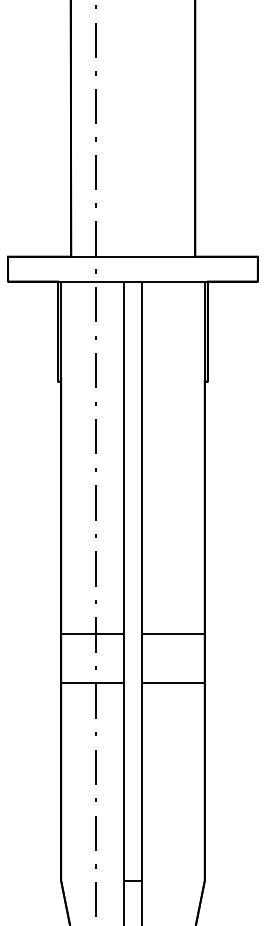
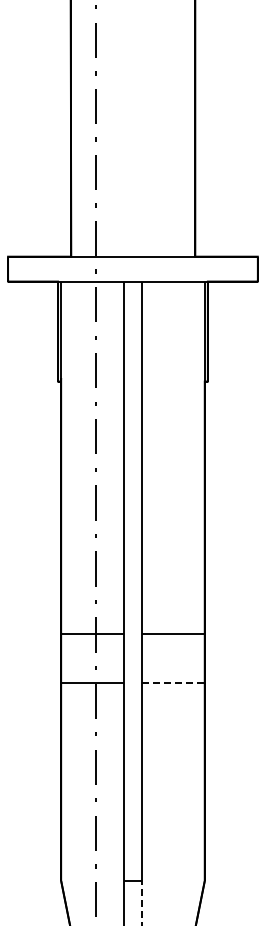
line at (174, 682): solid -> dashed
line at (142, 902): solid -> dashed
